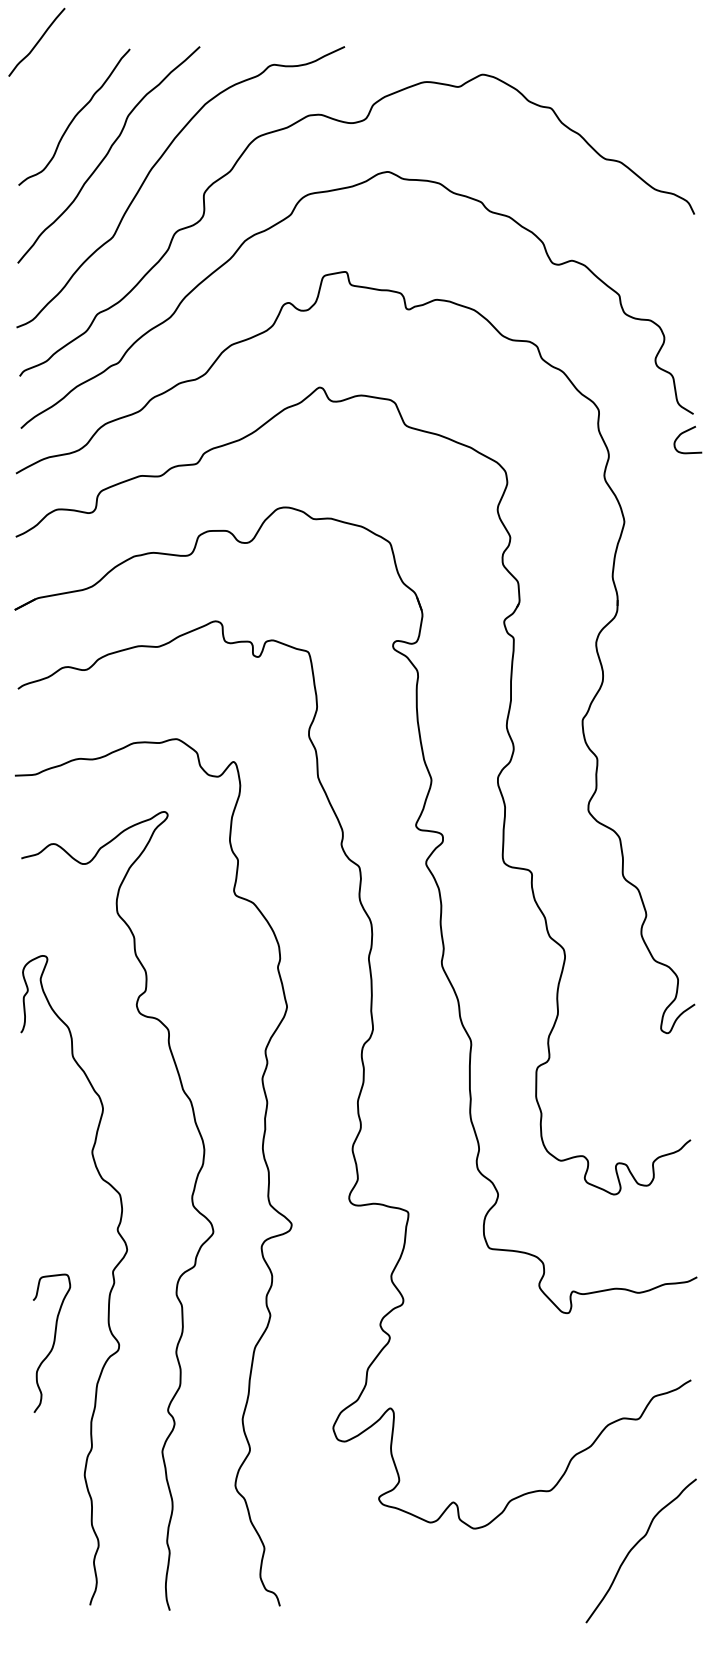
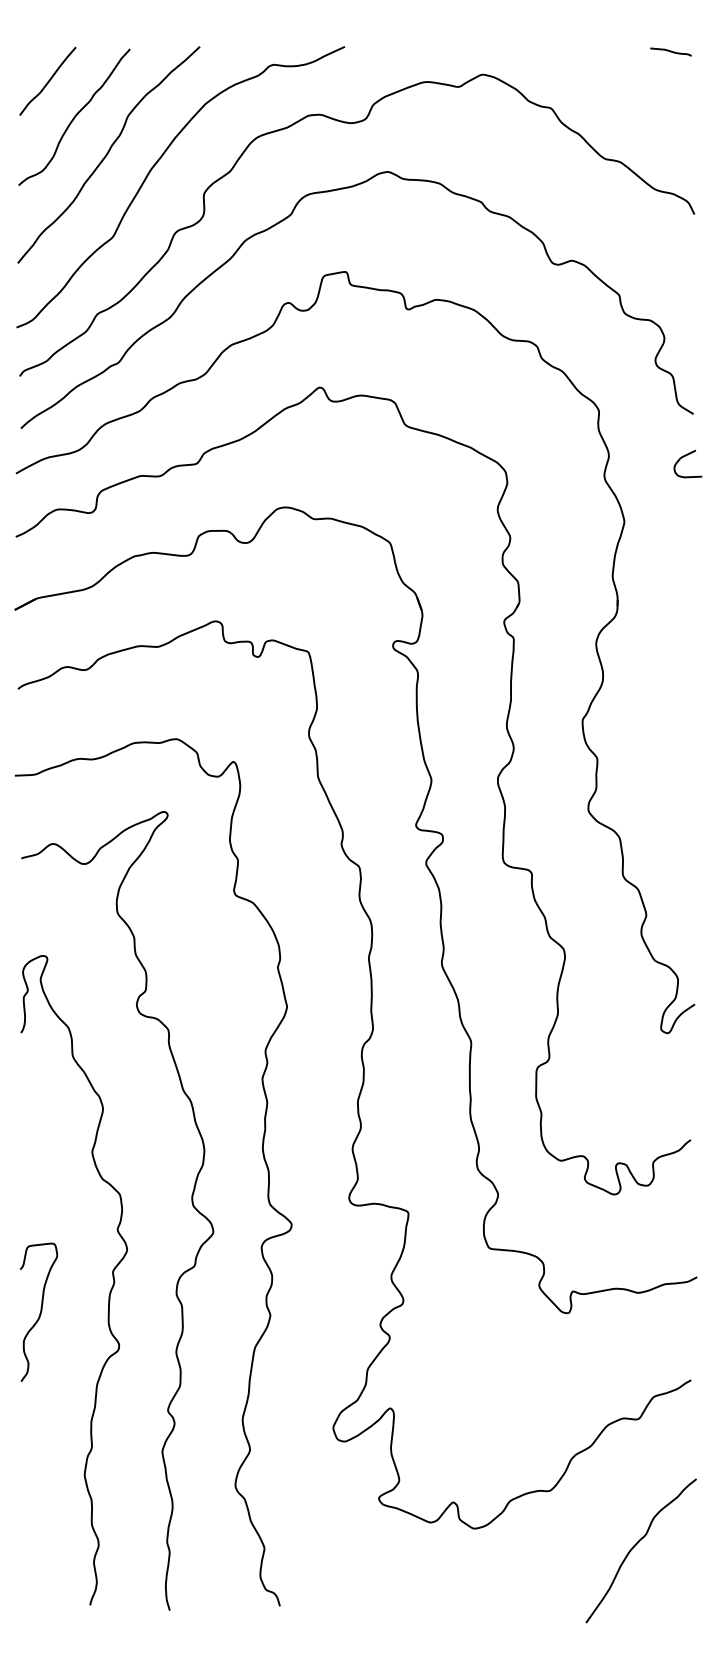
curve at (37, 41) position: (37, 41) -> (48, 80)
curve at (670, 51): none -> present
curve at (686, 432) position: (686, 432) -> (686, 456)
curve at (53, 1342) position: (53, 1342) -> (40, 1311)
